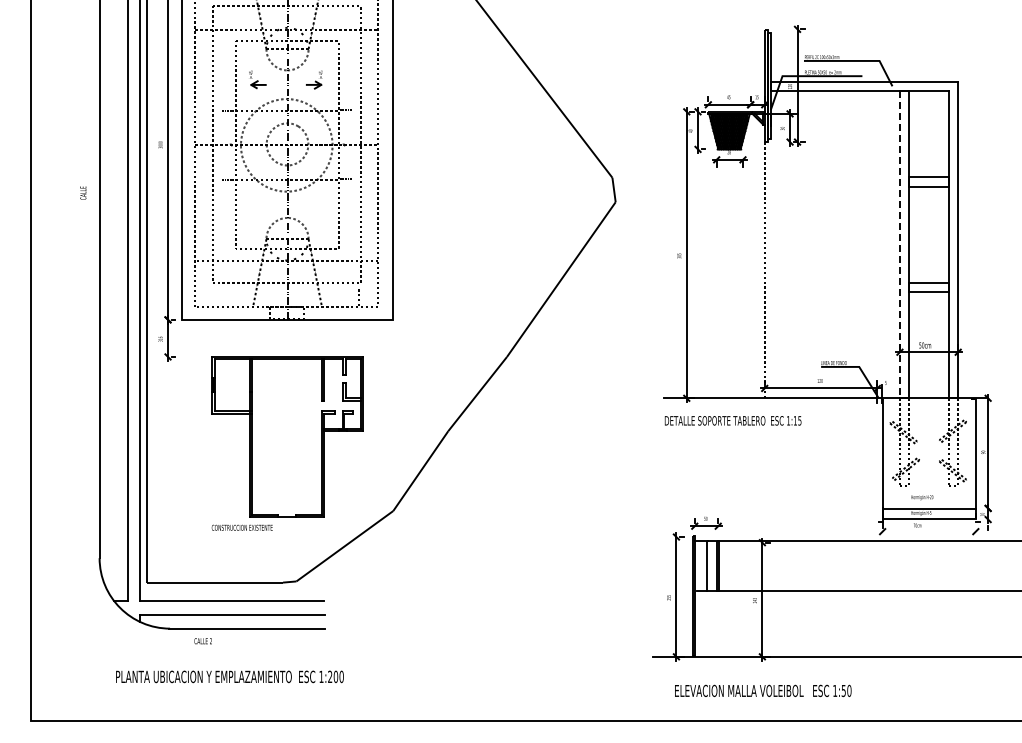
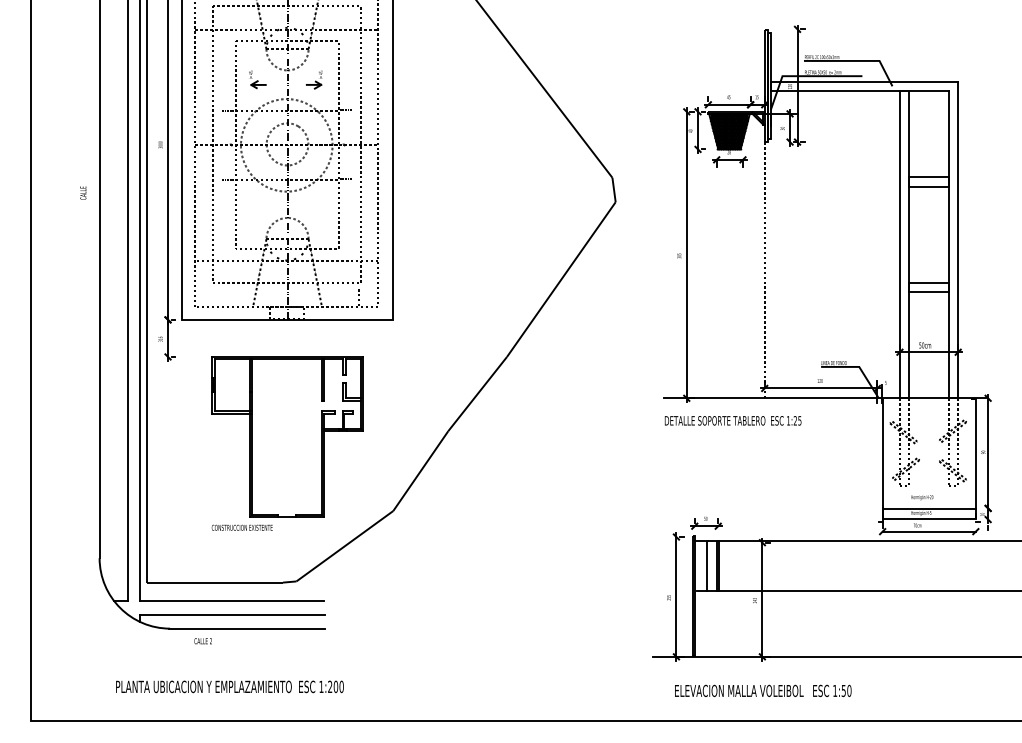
line at (899, 244): dashed -> solid
text at (794, 420): 1:15 -> 1:25
line at (928, 531): none -> present
text at (229, 676) position: (229, 676) -> (229, 686)
